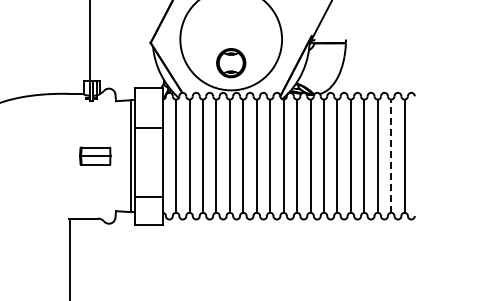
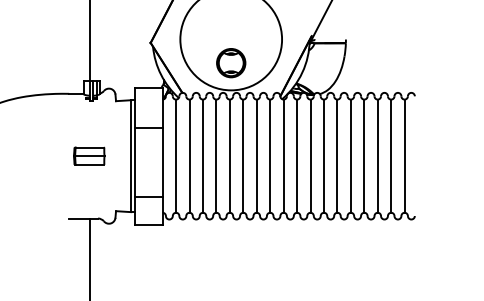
part at (95, 155) position: (95, 155) -> (89, 155)
line at (391, 156): dashed -> solid
line at (70, 257) position: (70, 257) -> (90, 257)
